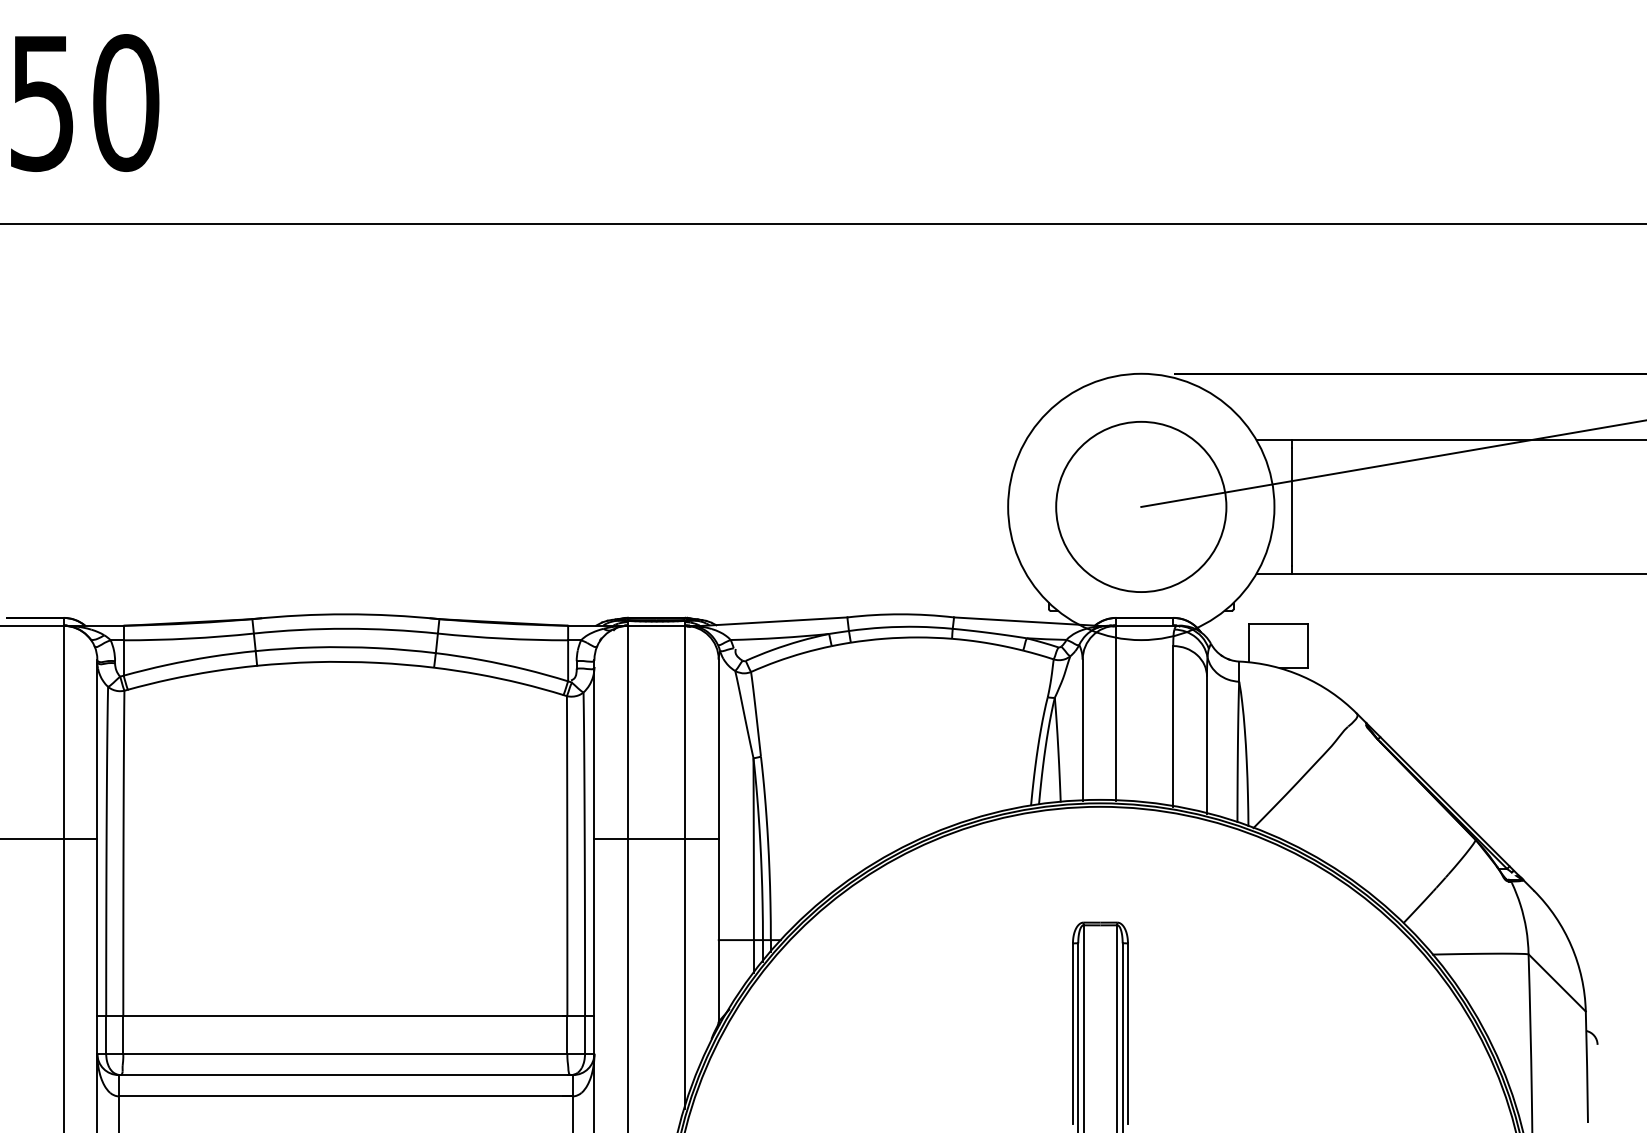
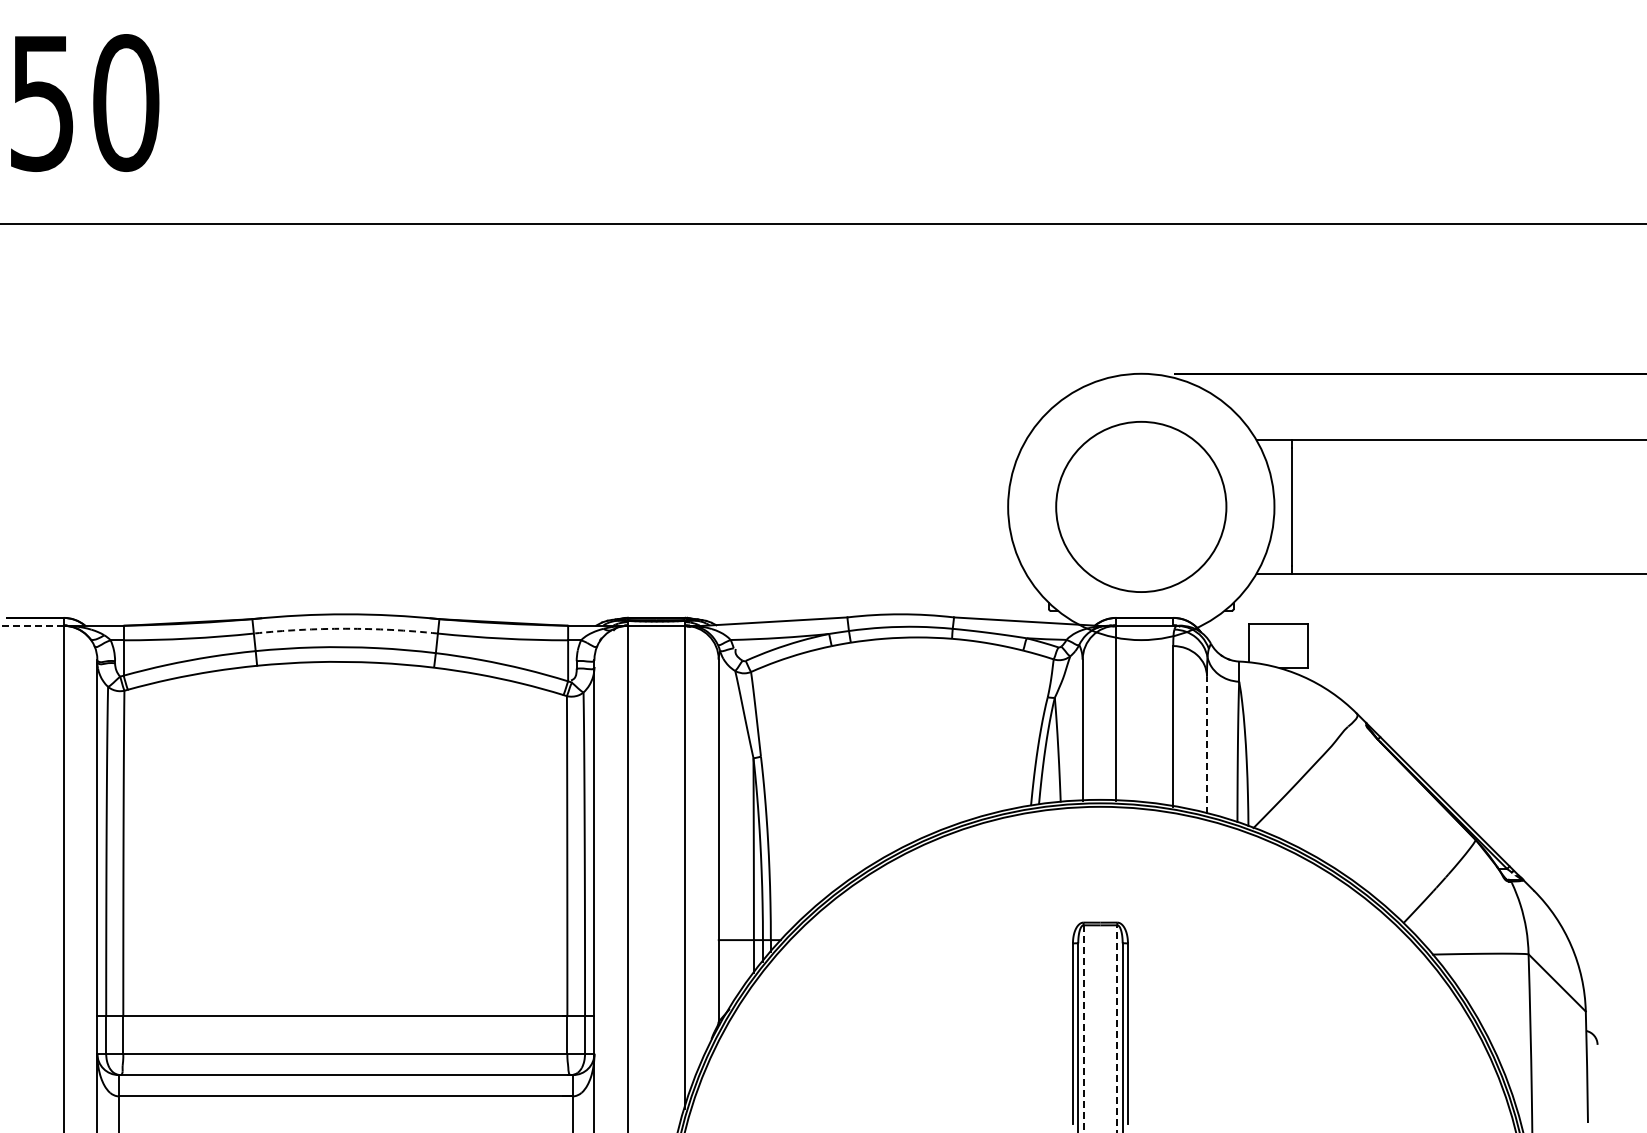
line at (1392, 463): present -> none
line at (31, 625): solid -> dashed
arc at (345, 628): solid -> dashed
line at (1206, 745): solid -> dashed
line at (49, 838): present -> none
line at (656, 838): present -> none
line at (1117, 1028): solid -> dashed
line at (1083, 1029): solid -> dashed
